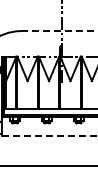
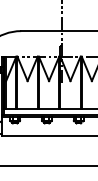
line at (59, 31): dashed -> solid
line at (50, 136): dashed -> solid
